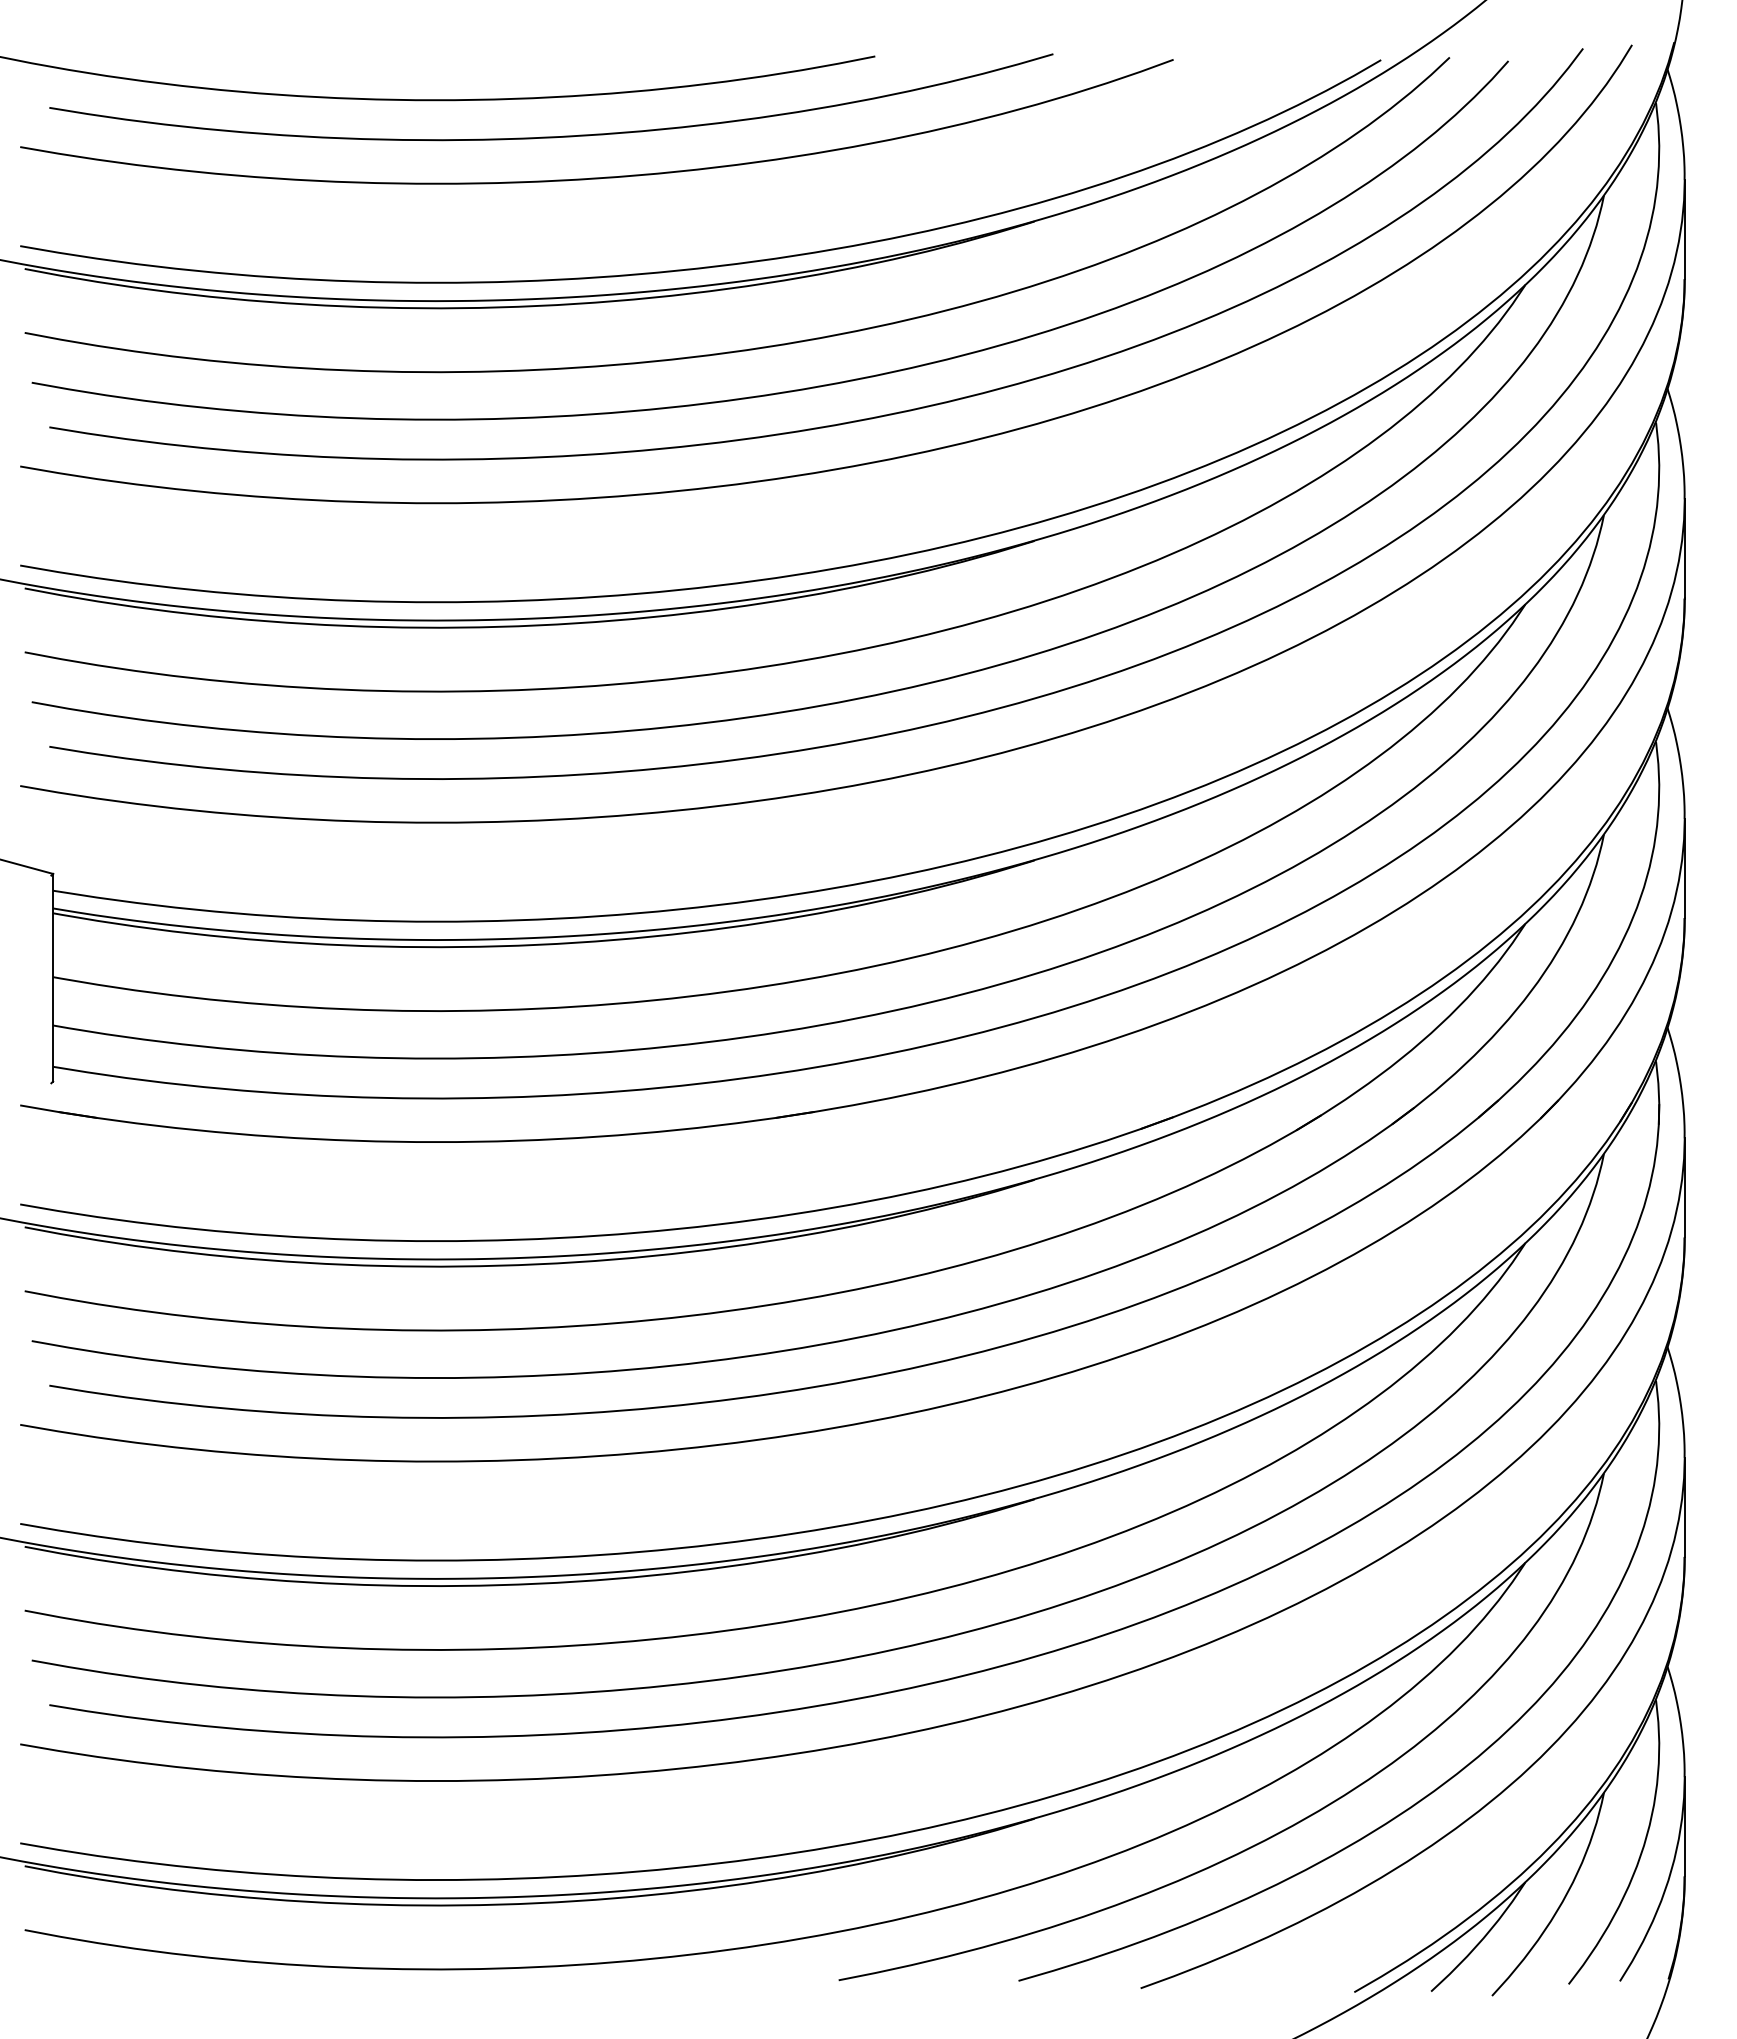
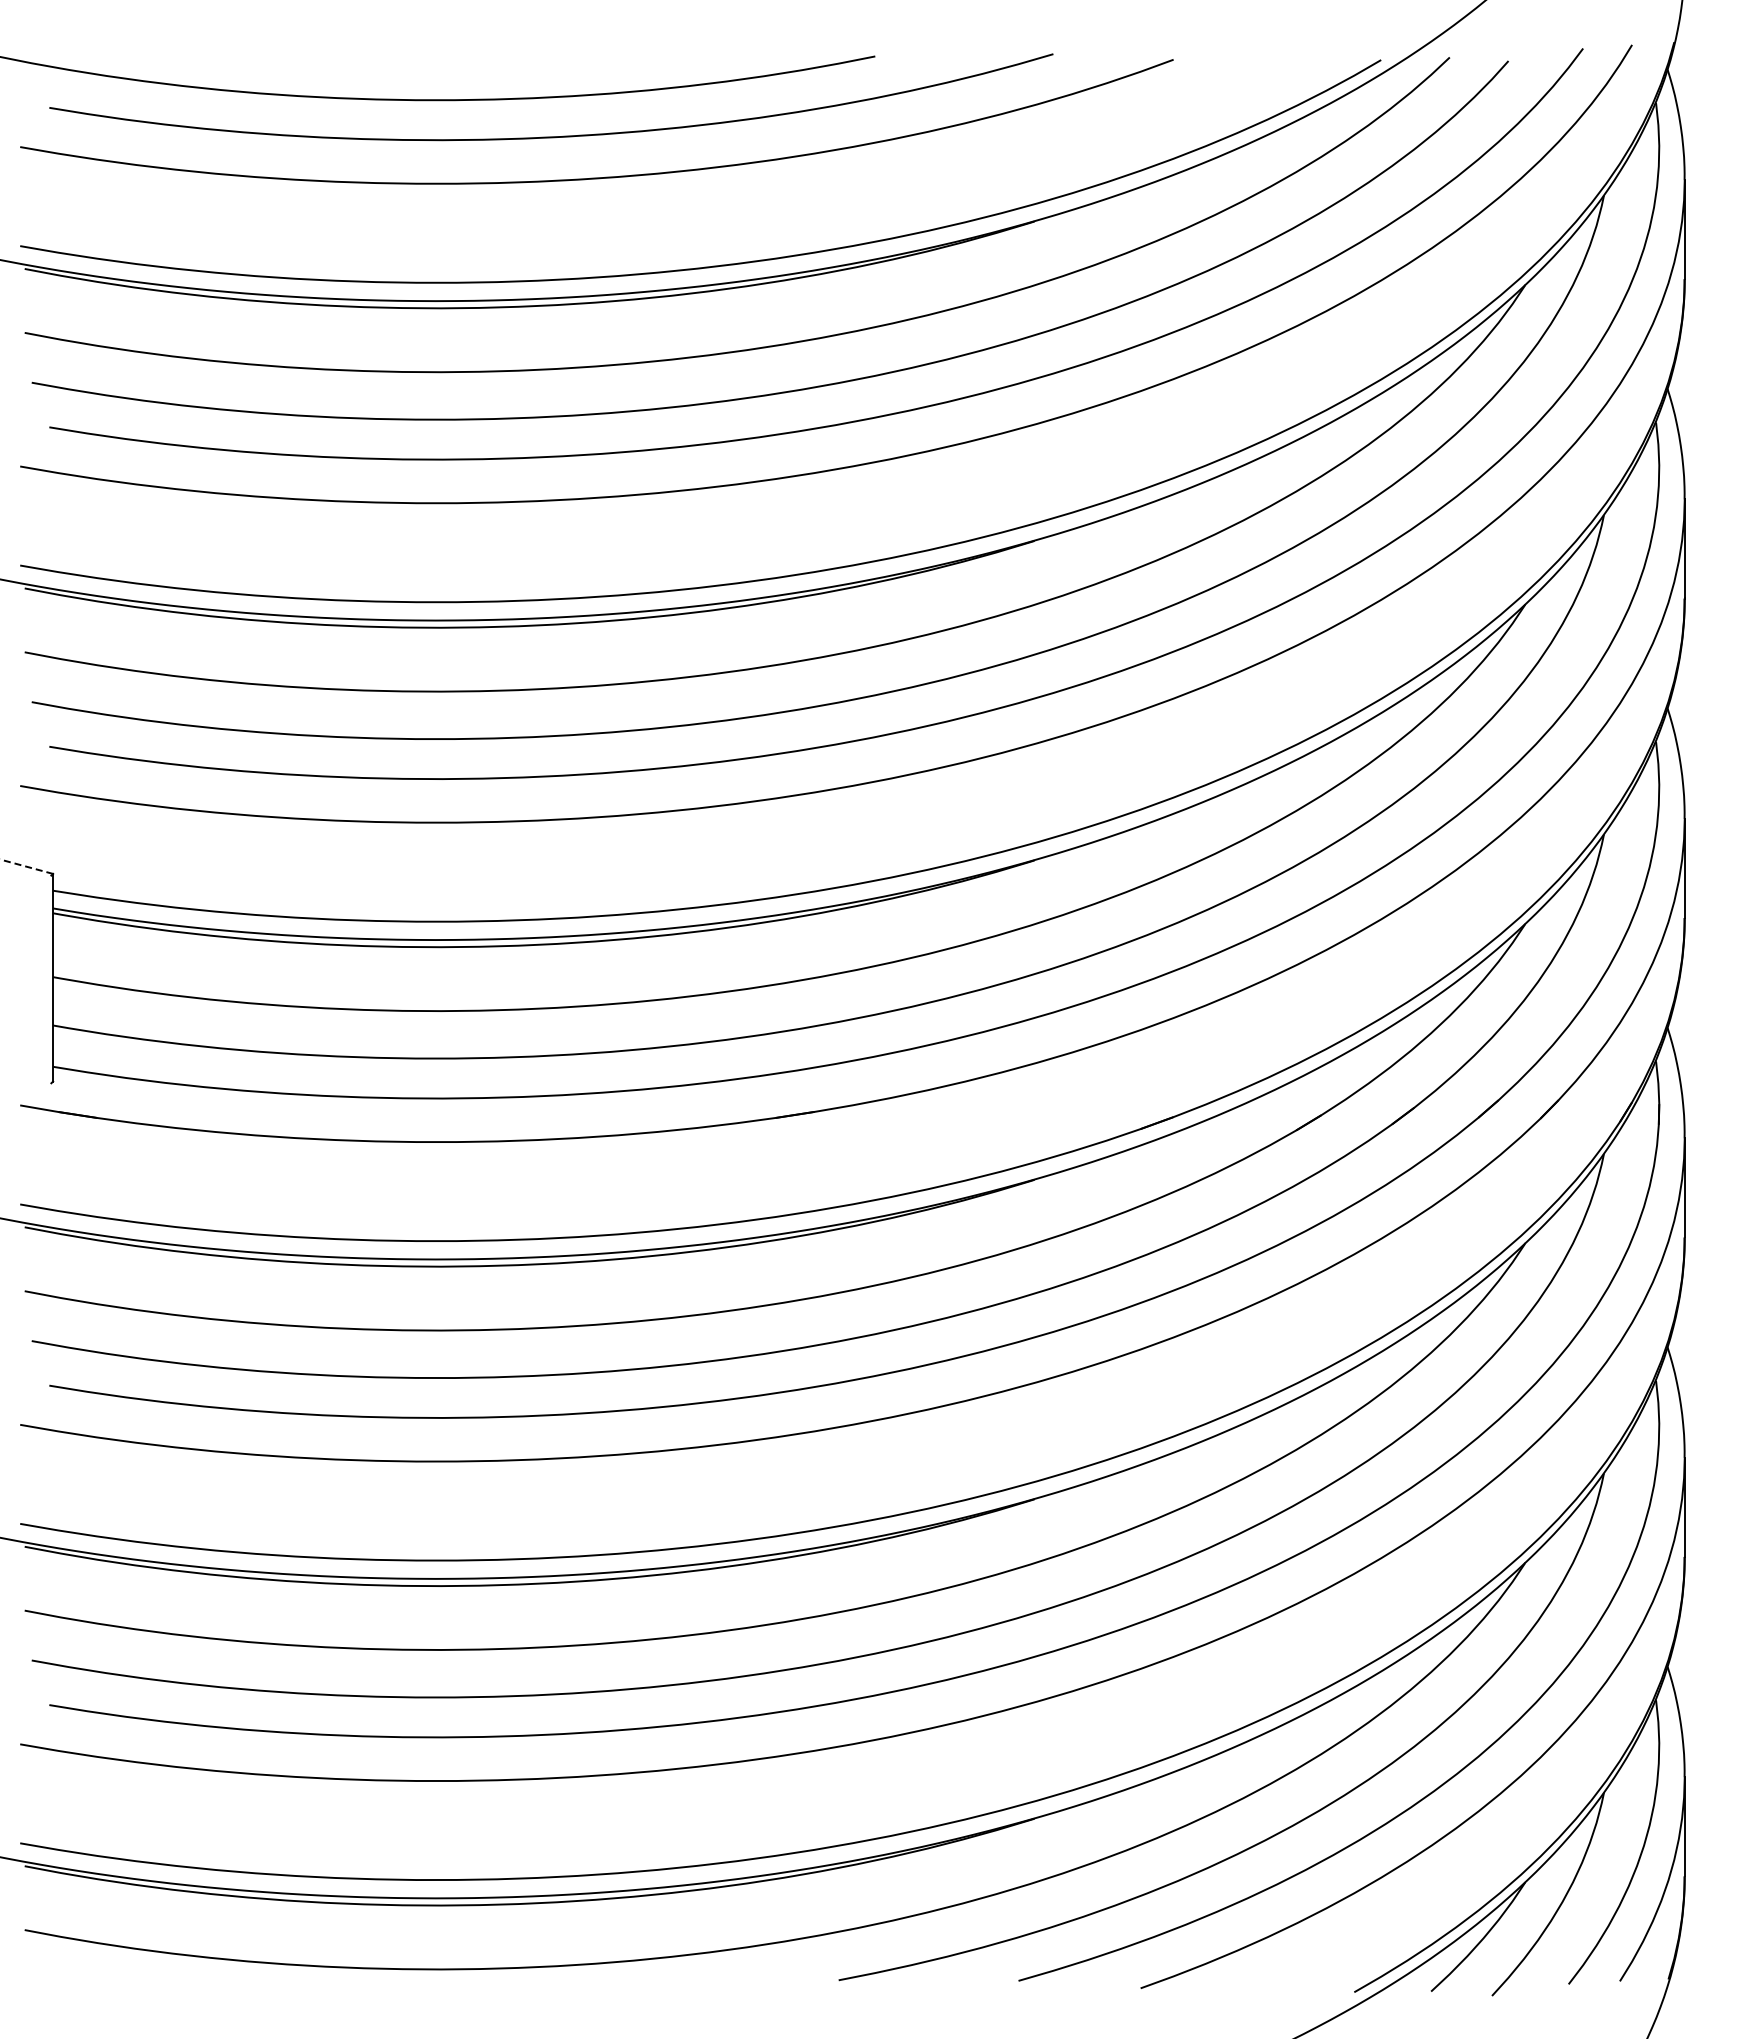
line at (26, 866): solid -> dashed
